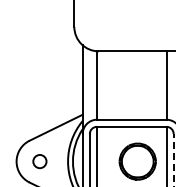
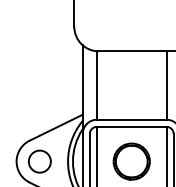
line at (173, 159): dashed -> solid
circle at (39, 161) size: 16x16 px -> 24x25 px
part at (137, 161) position: (137, 161) -> (131, 161)
